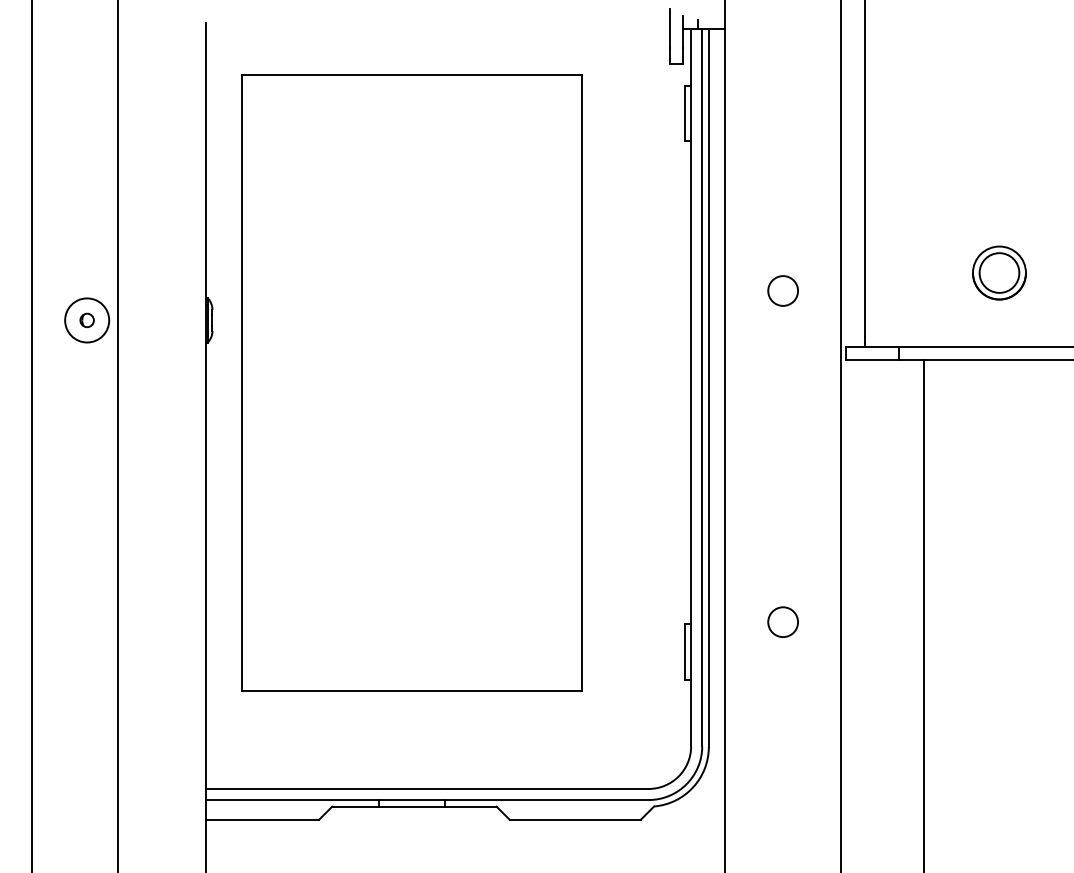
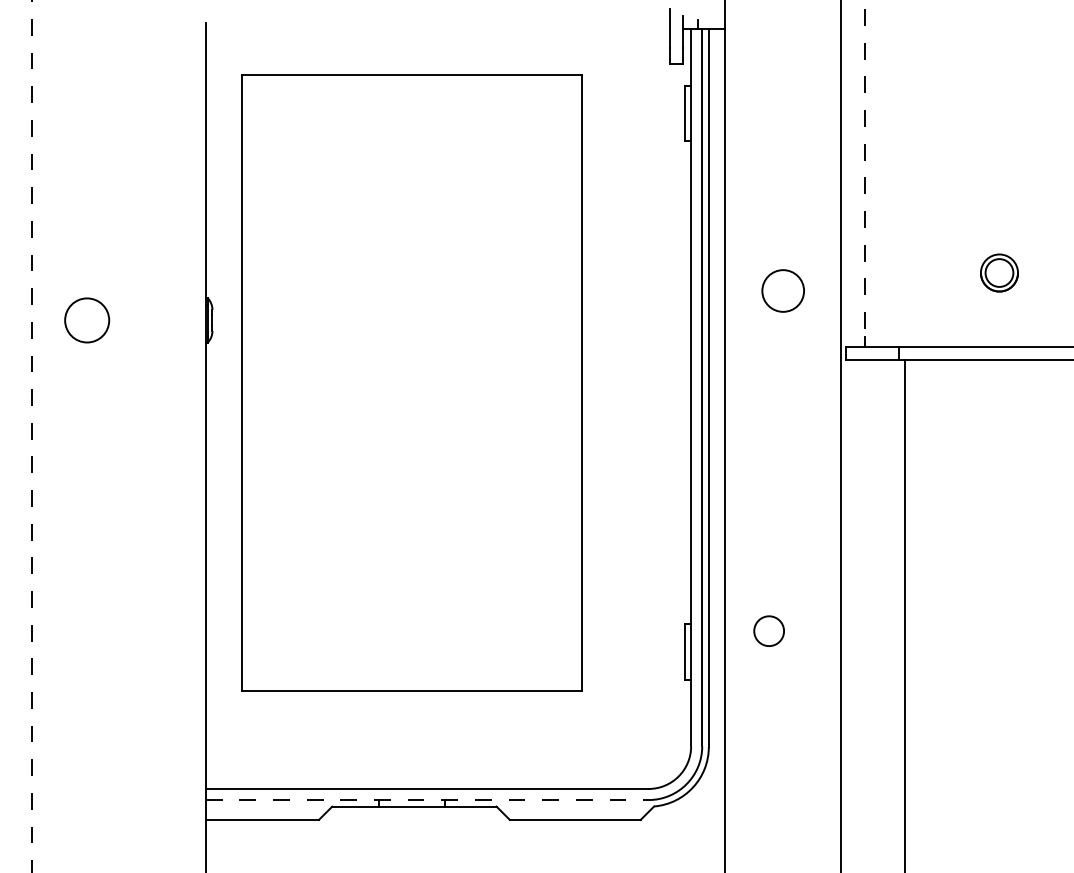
line at (864, 169): solid -> dashed
part at (999, 272) size: 55x56 px -> 39x40 px
circle at (782, 290) size: 32x32 px -> 44x44 px
part at (86, 320): present -> none
line at (118, 435): present -> none
line at (32, 436): solid -> dashed
line at (924, 614) position: (924, 614) -> (905, 614)
circle at (782, 621) position: (782, 621) -> (768, 630)
line at (427, 800): solid -> dashed
